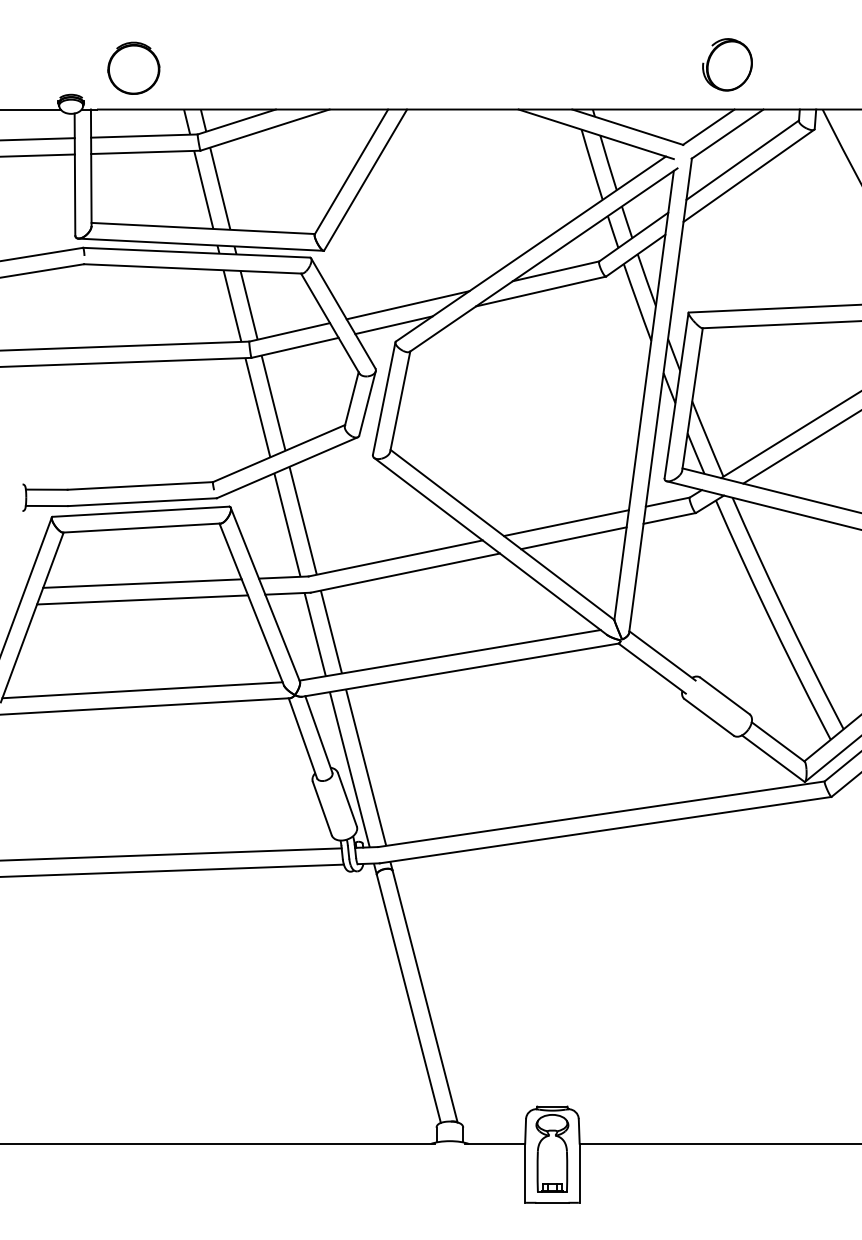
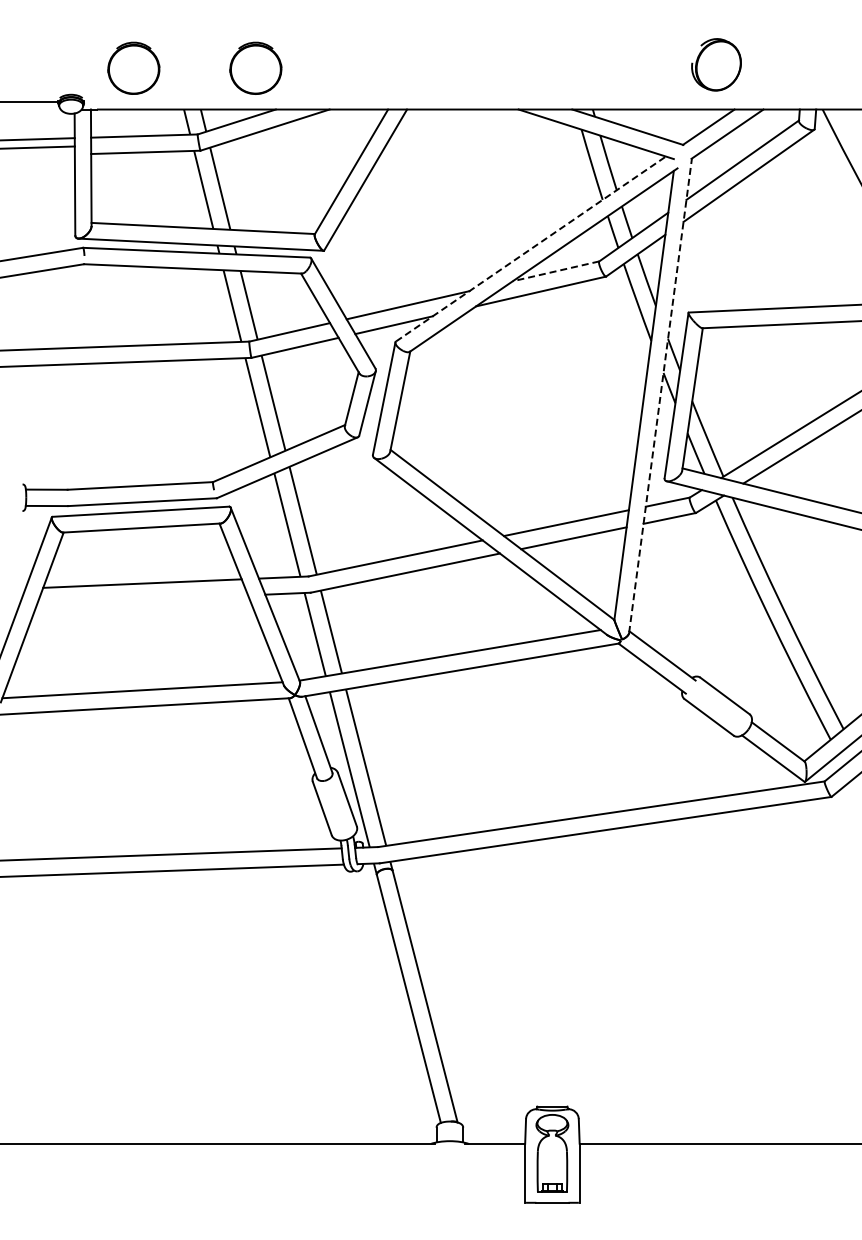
part at (727, 64) position: (727, 64) -> (716, 64)
part at (255, 67): none -> present
line at (31, 109) position: (31, 109) -> (31, 101)
line at (38, 155) position: (38, 155) -> (38, 147)
line at (531, 249): solid -> dashed
line at (555, 271): solid -> dashed
line at (660, 395): solid -> dashed
line at (142, 599): present -> none
